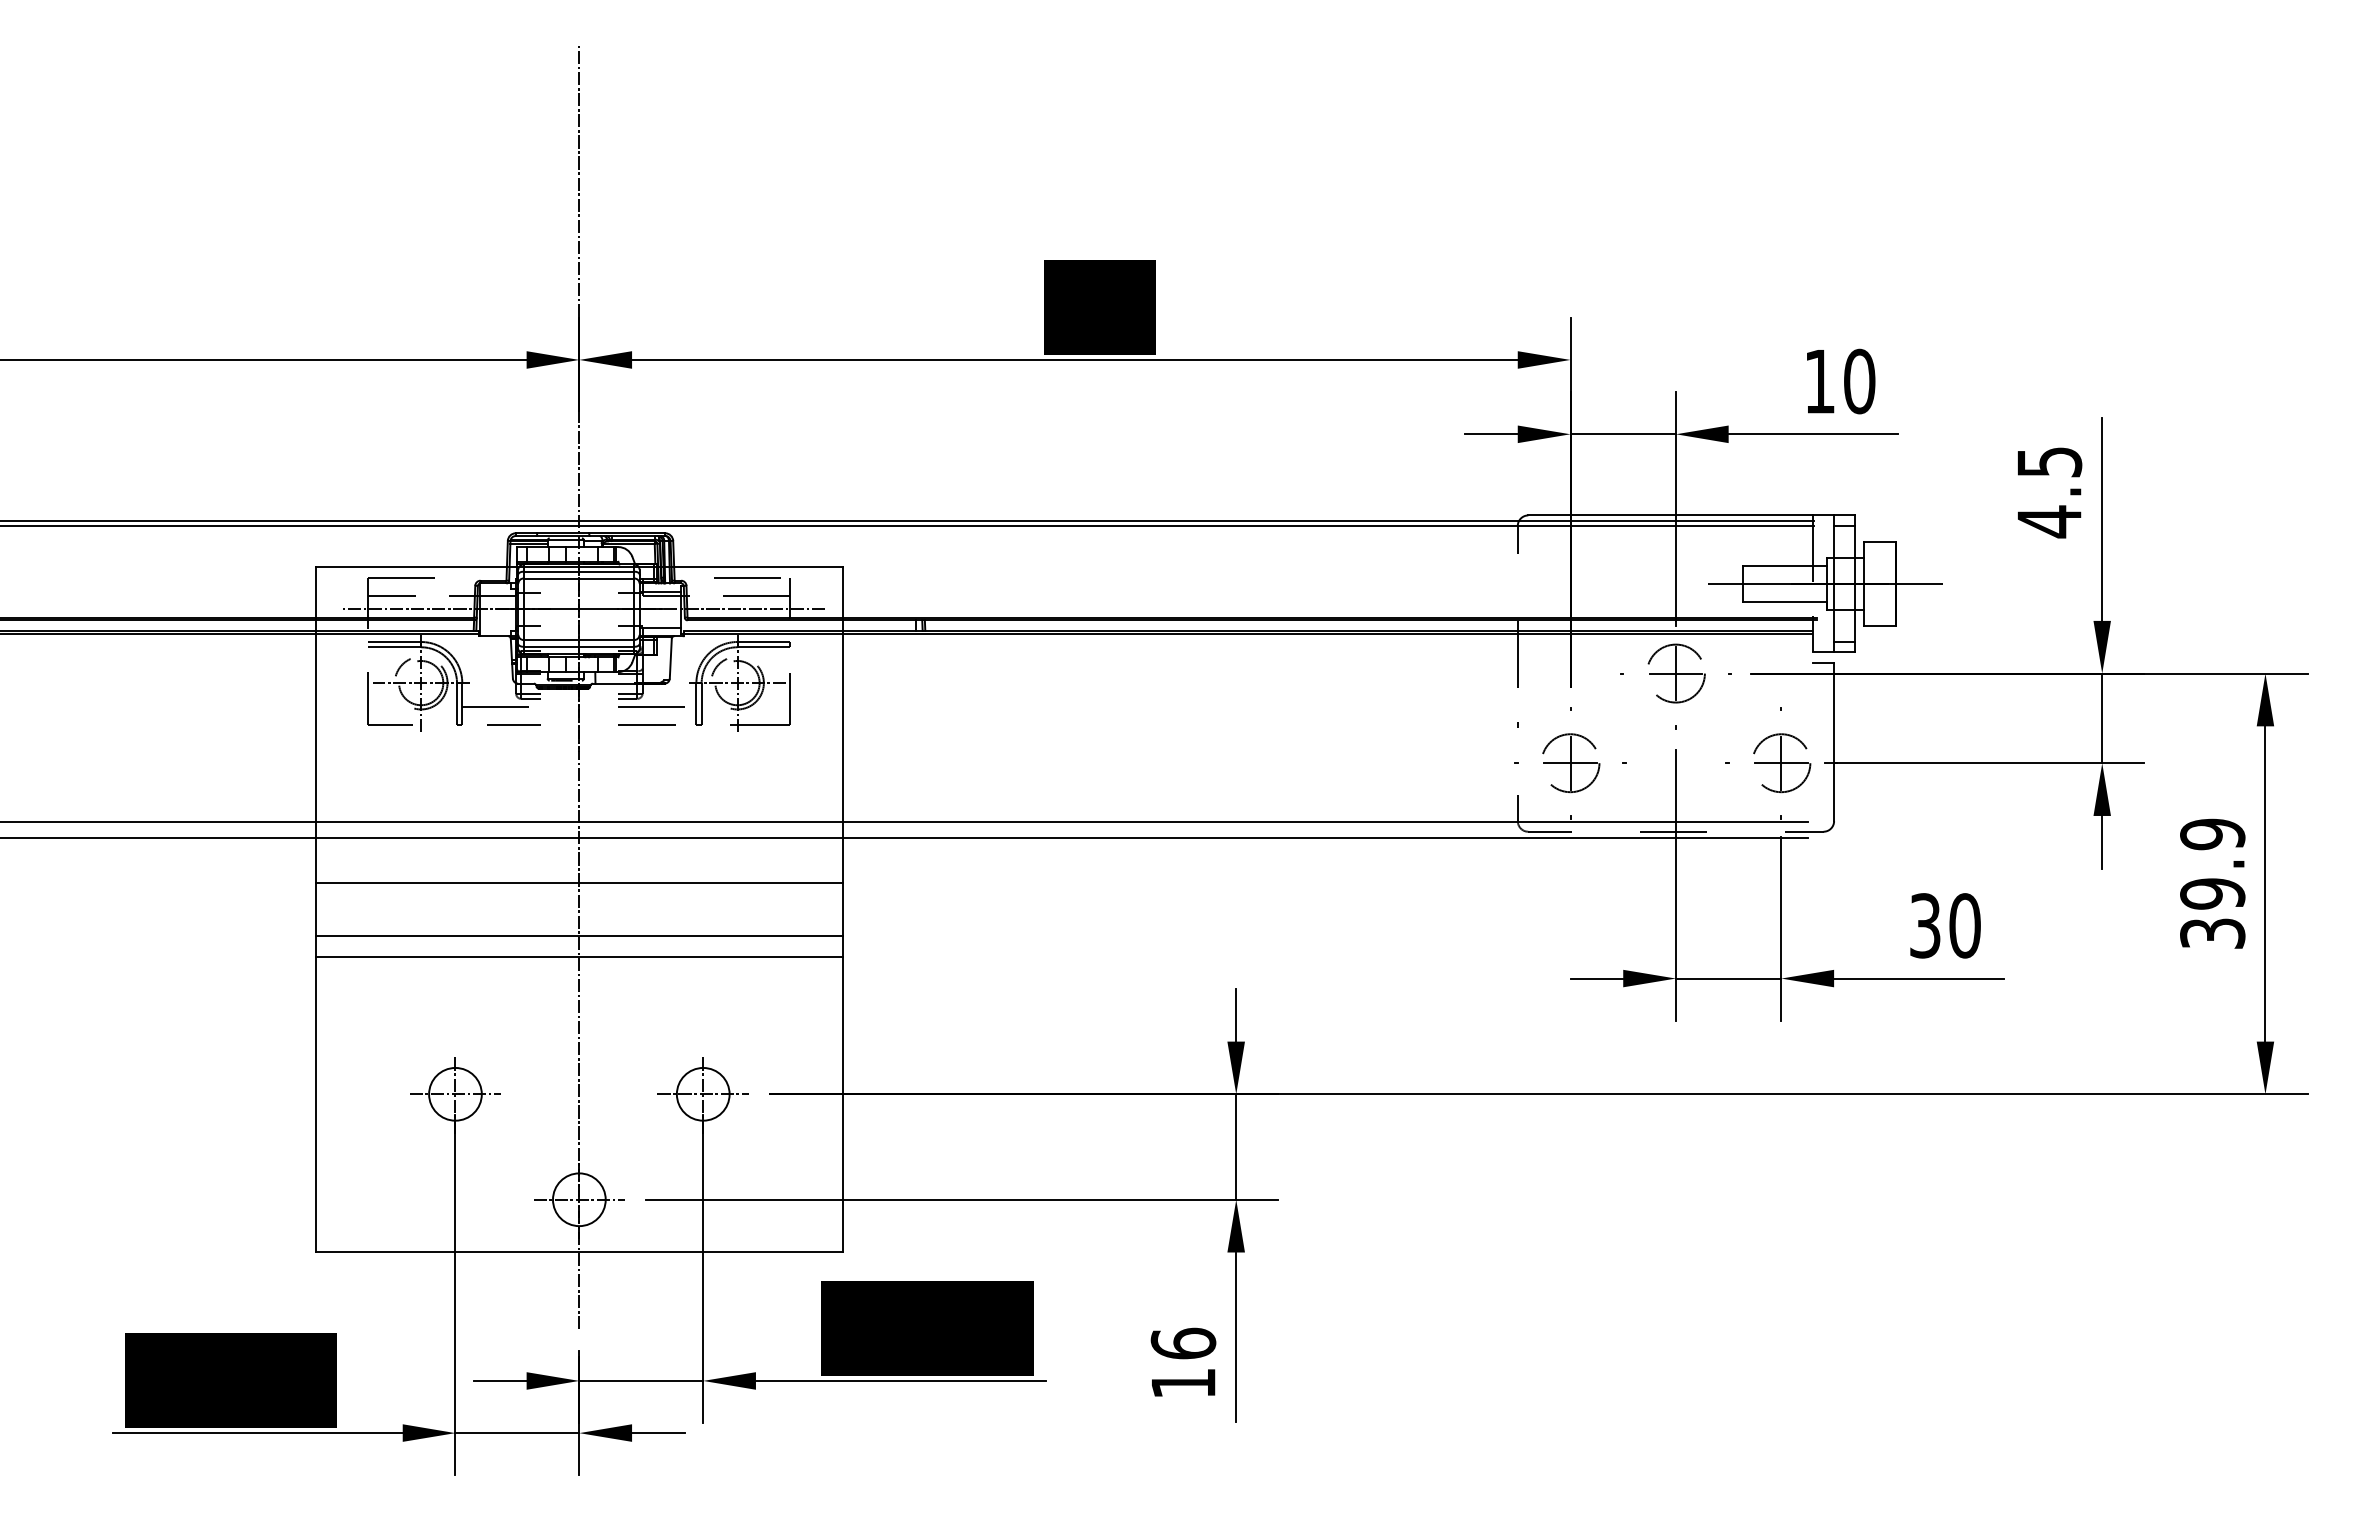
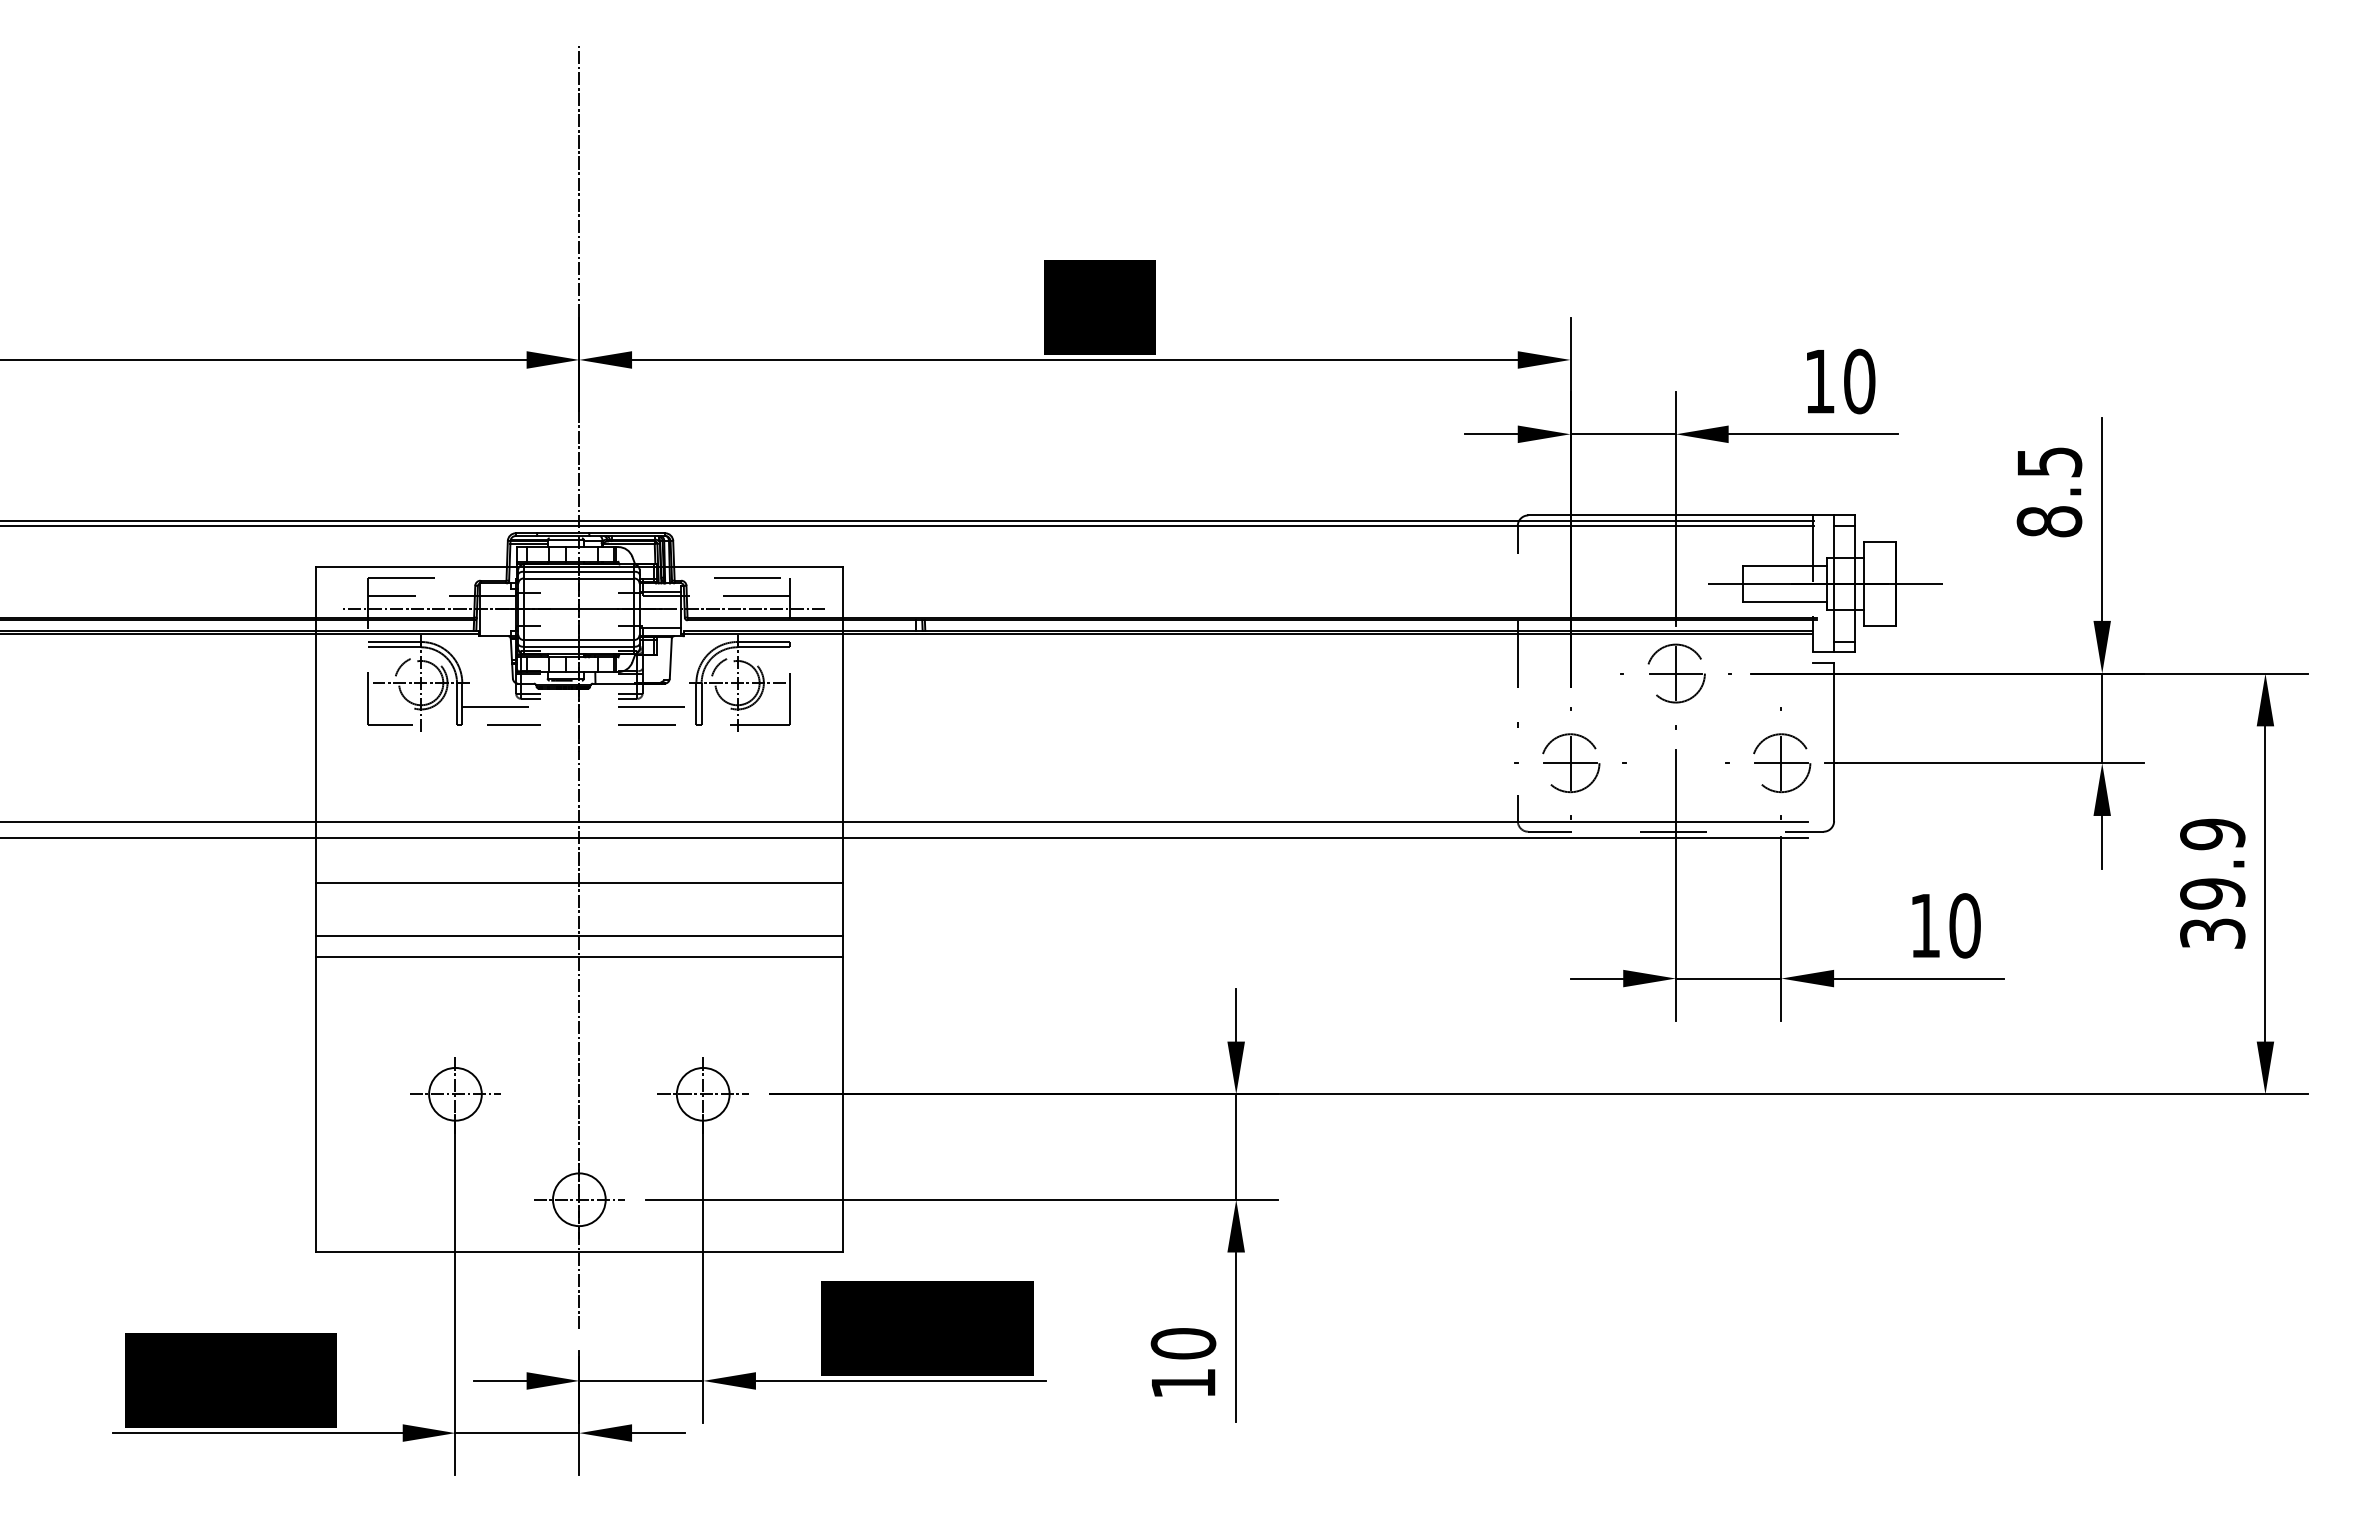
text at (2049, 521): 4.5 -> 8.5
text at (1925, 925): 30 -> 10
text at (1183, 1343): 16 -> 10
